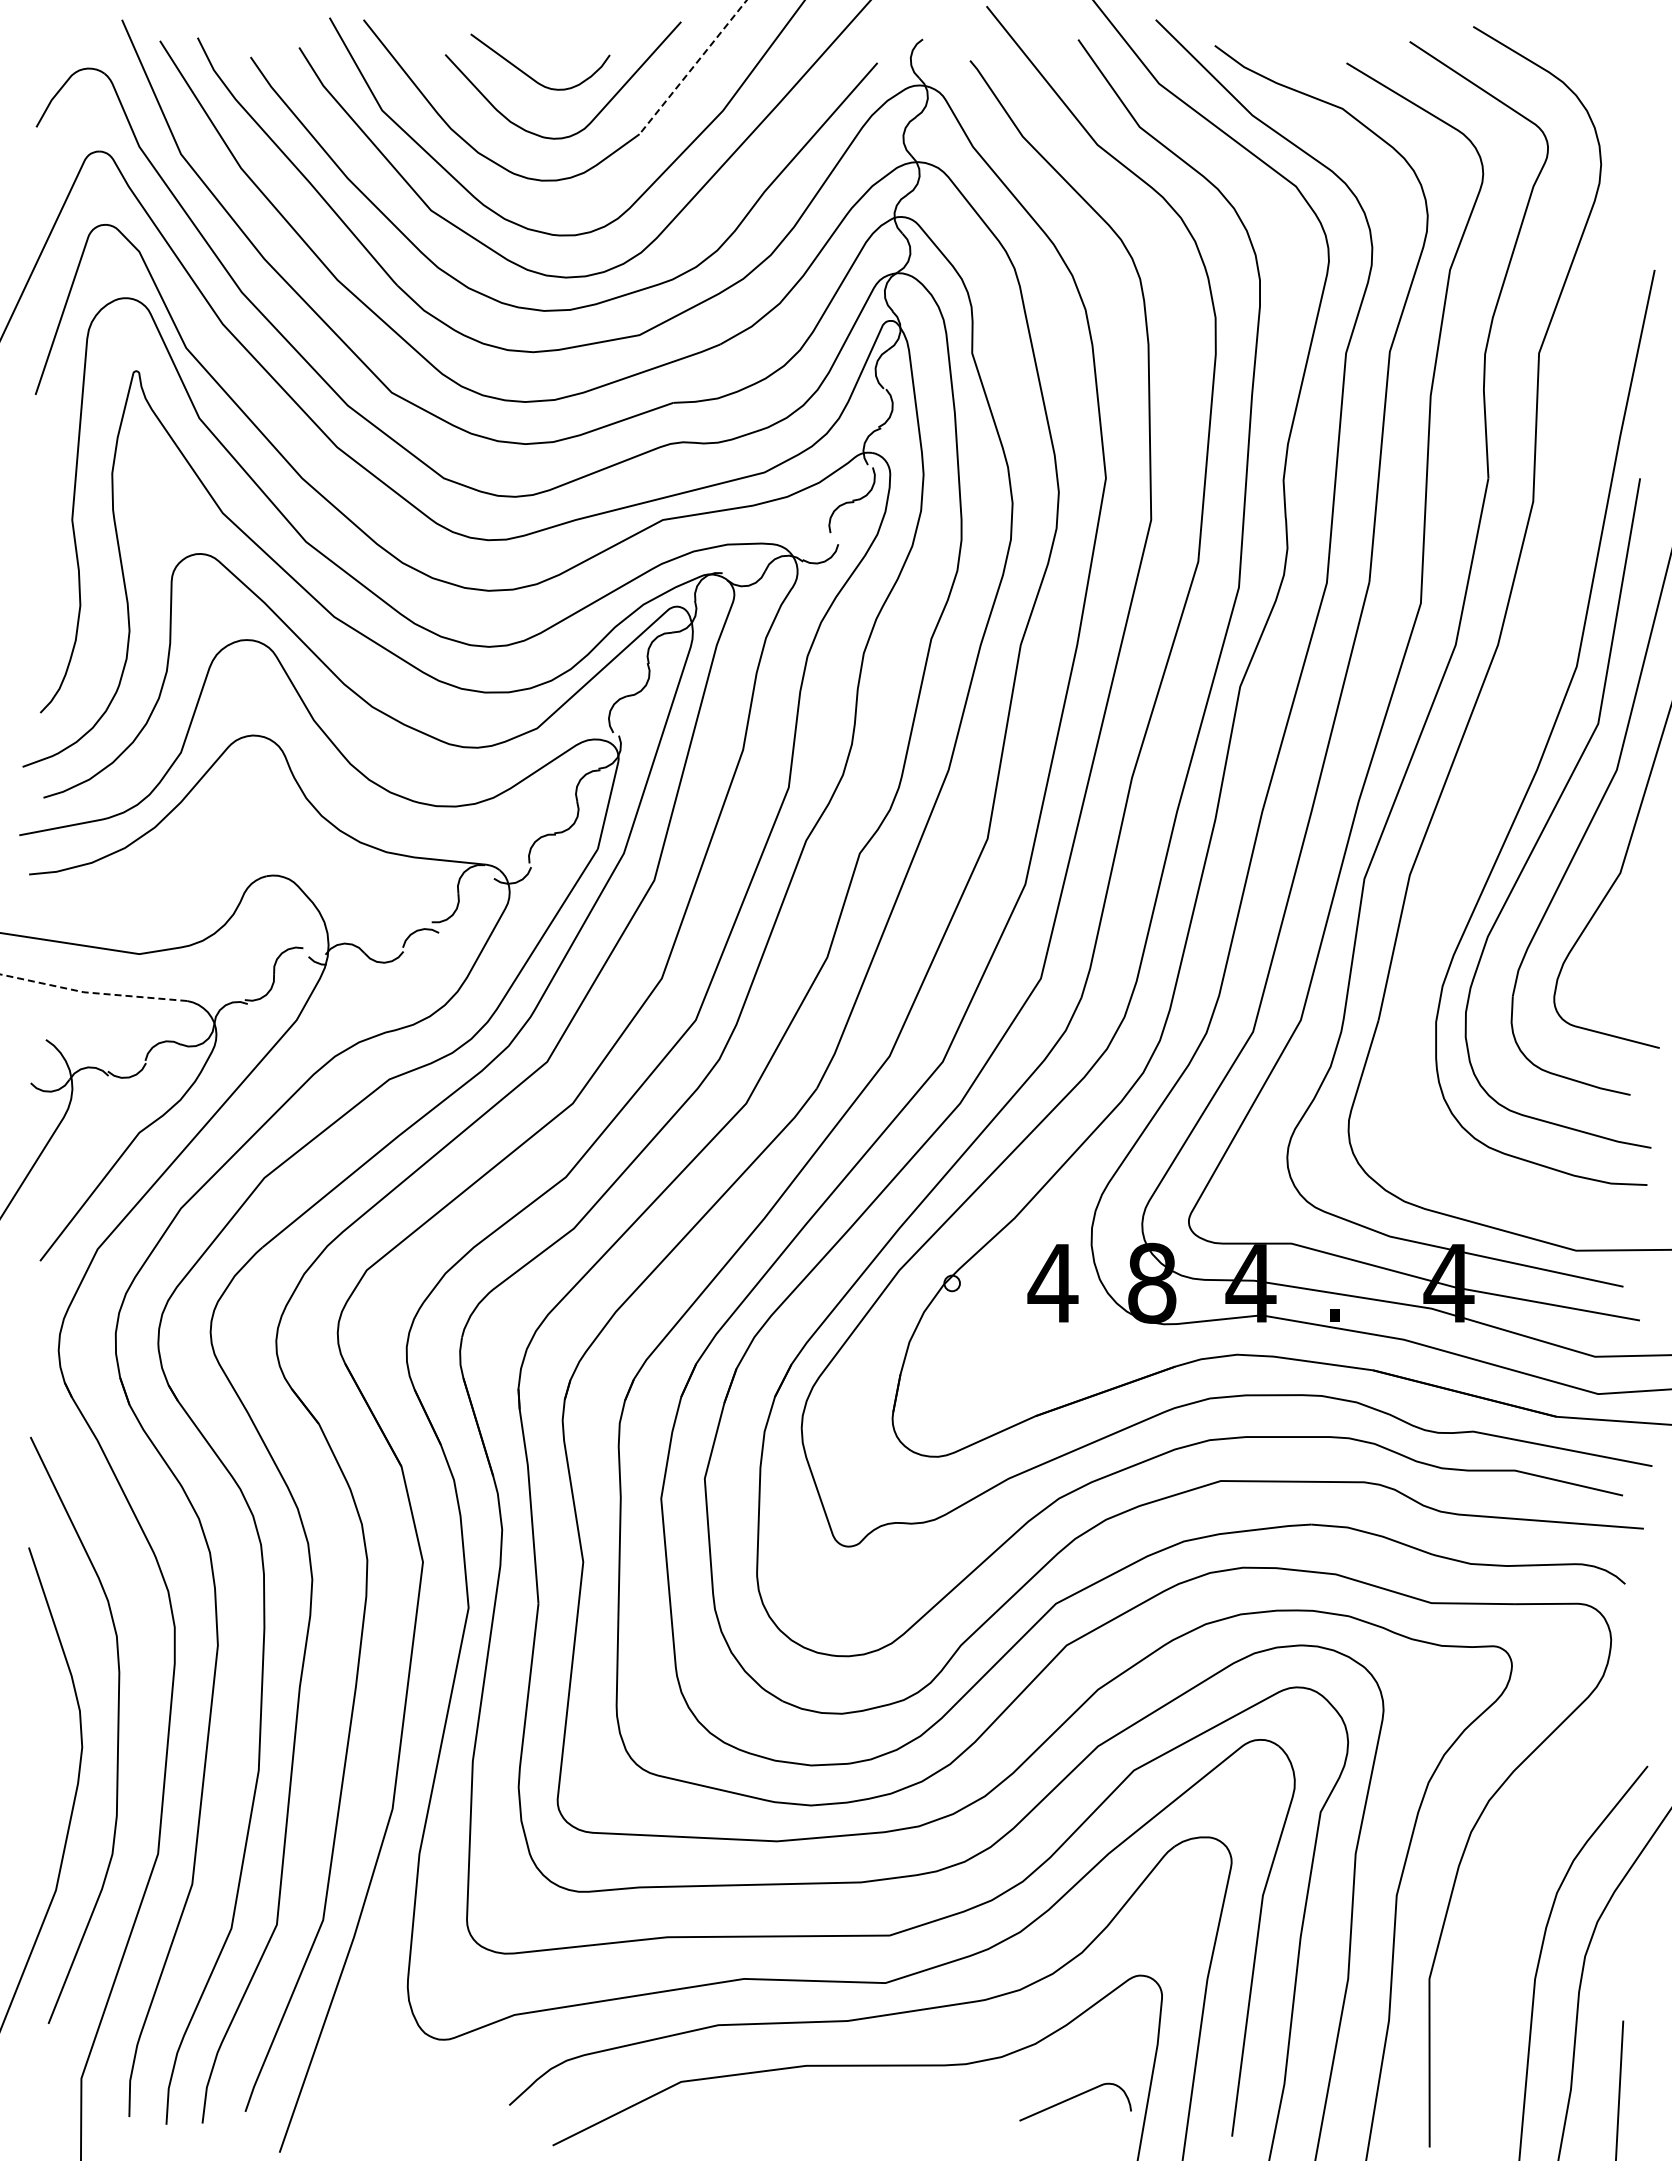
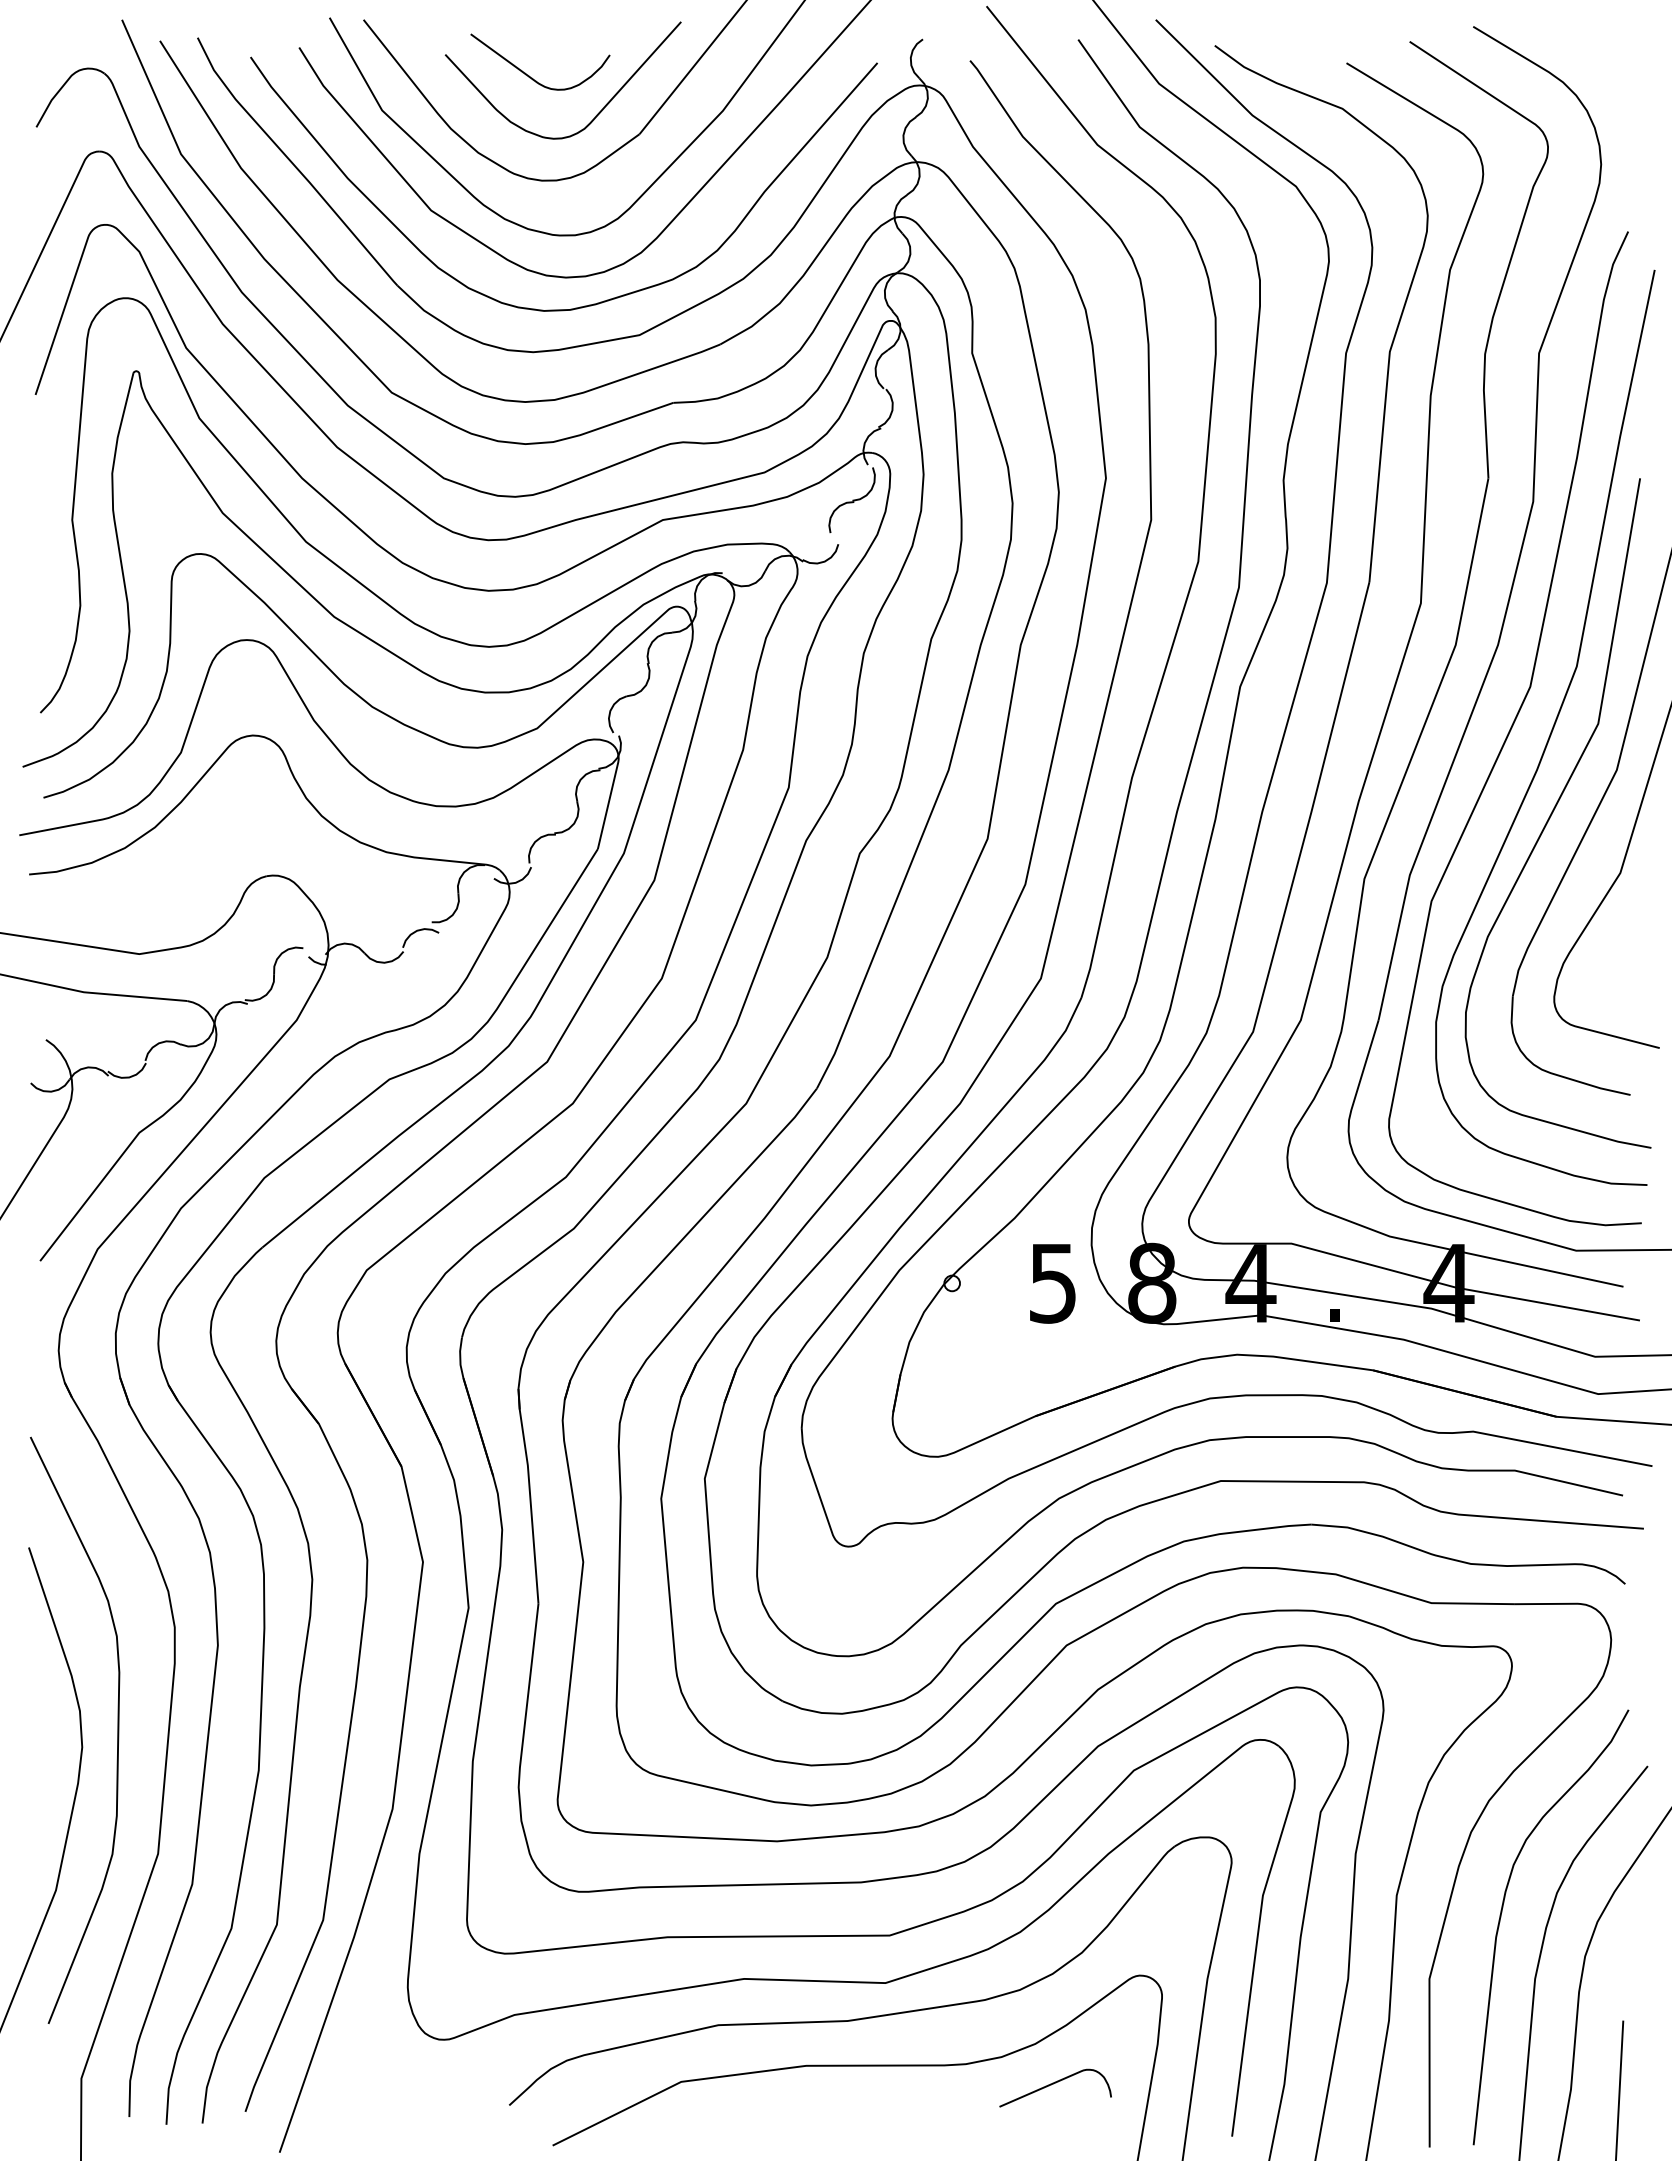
line at (693, 67): dashed -> solid
curve at (1512, 728): none -> present
line at (92, 993): dashed -> solid
text at (1052, 1283): 4 -> 5
curve at (1501, 1917): none -> present
curve at (1073, 2098) position: (1073, 2098) -> (1053, 2084)
